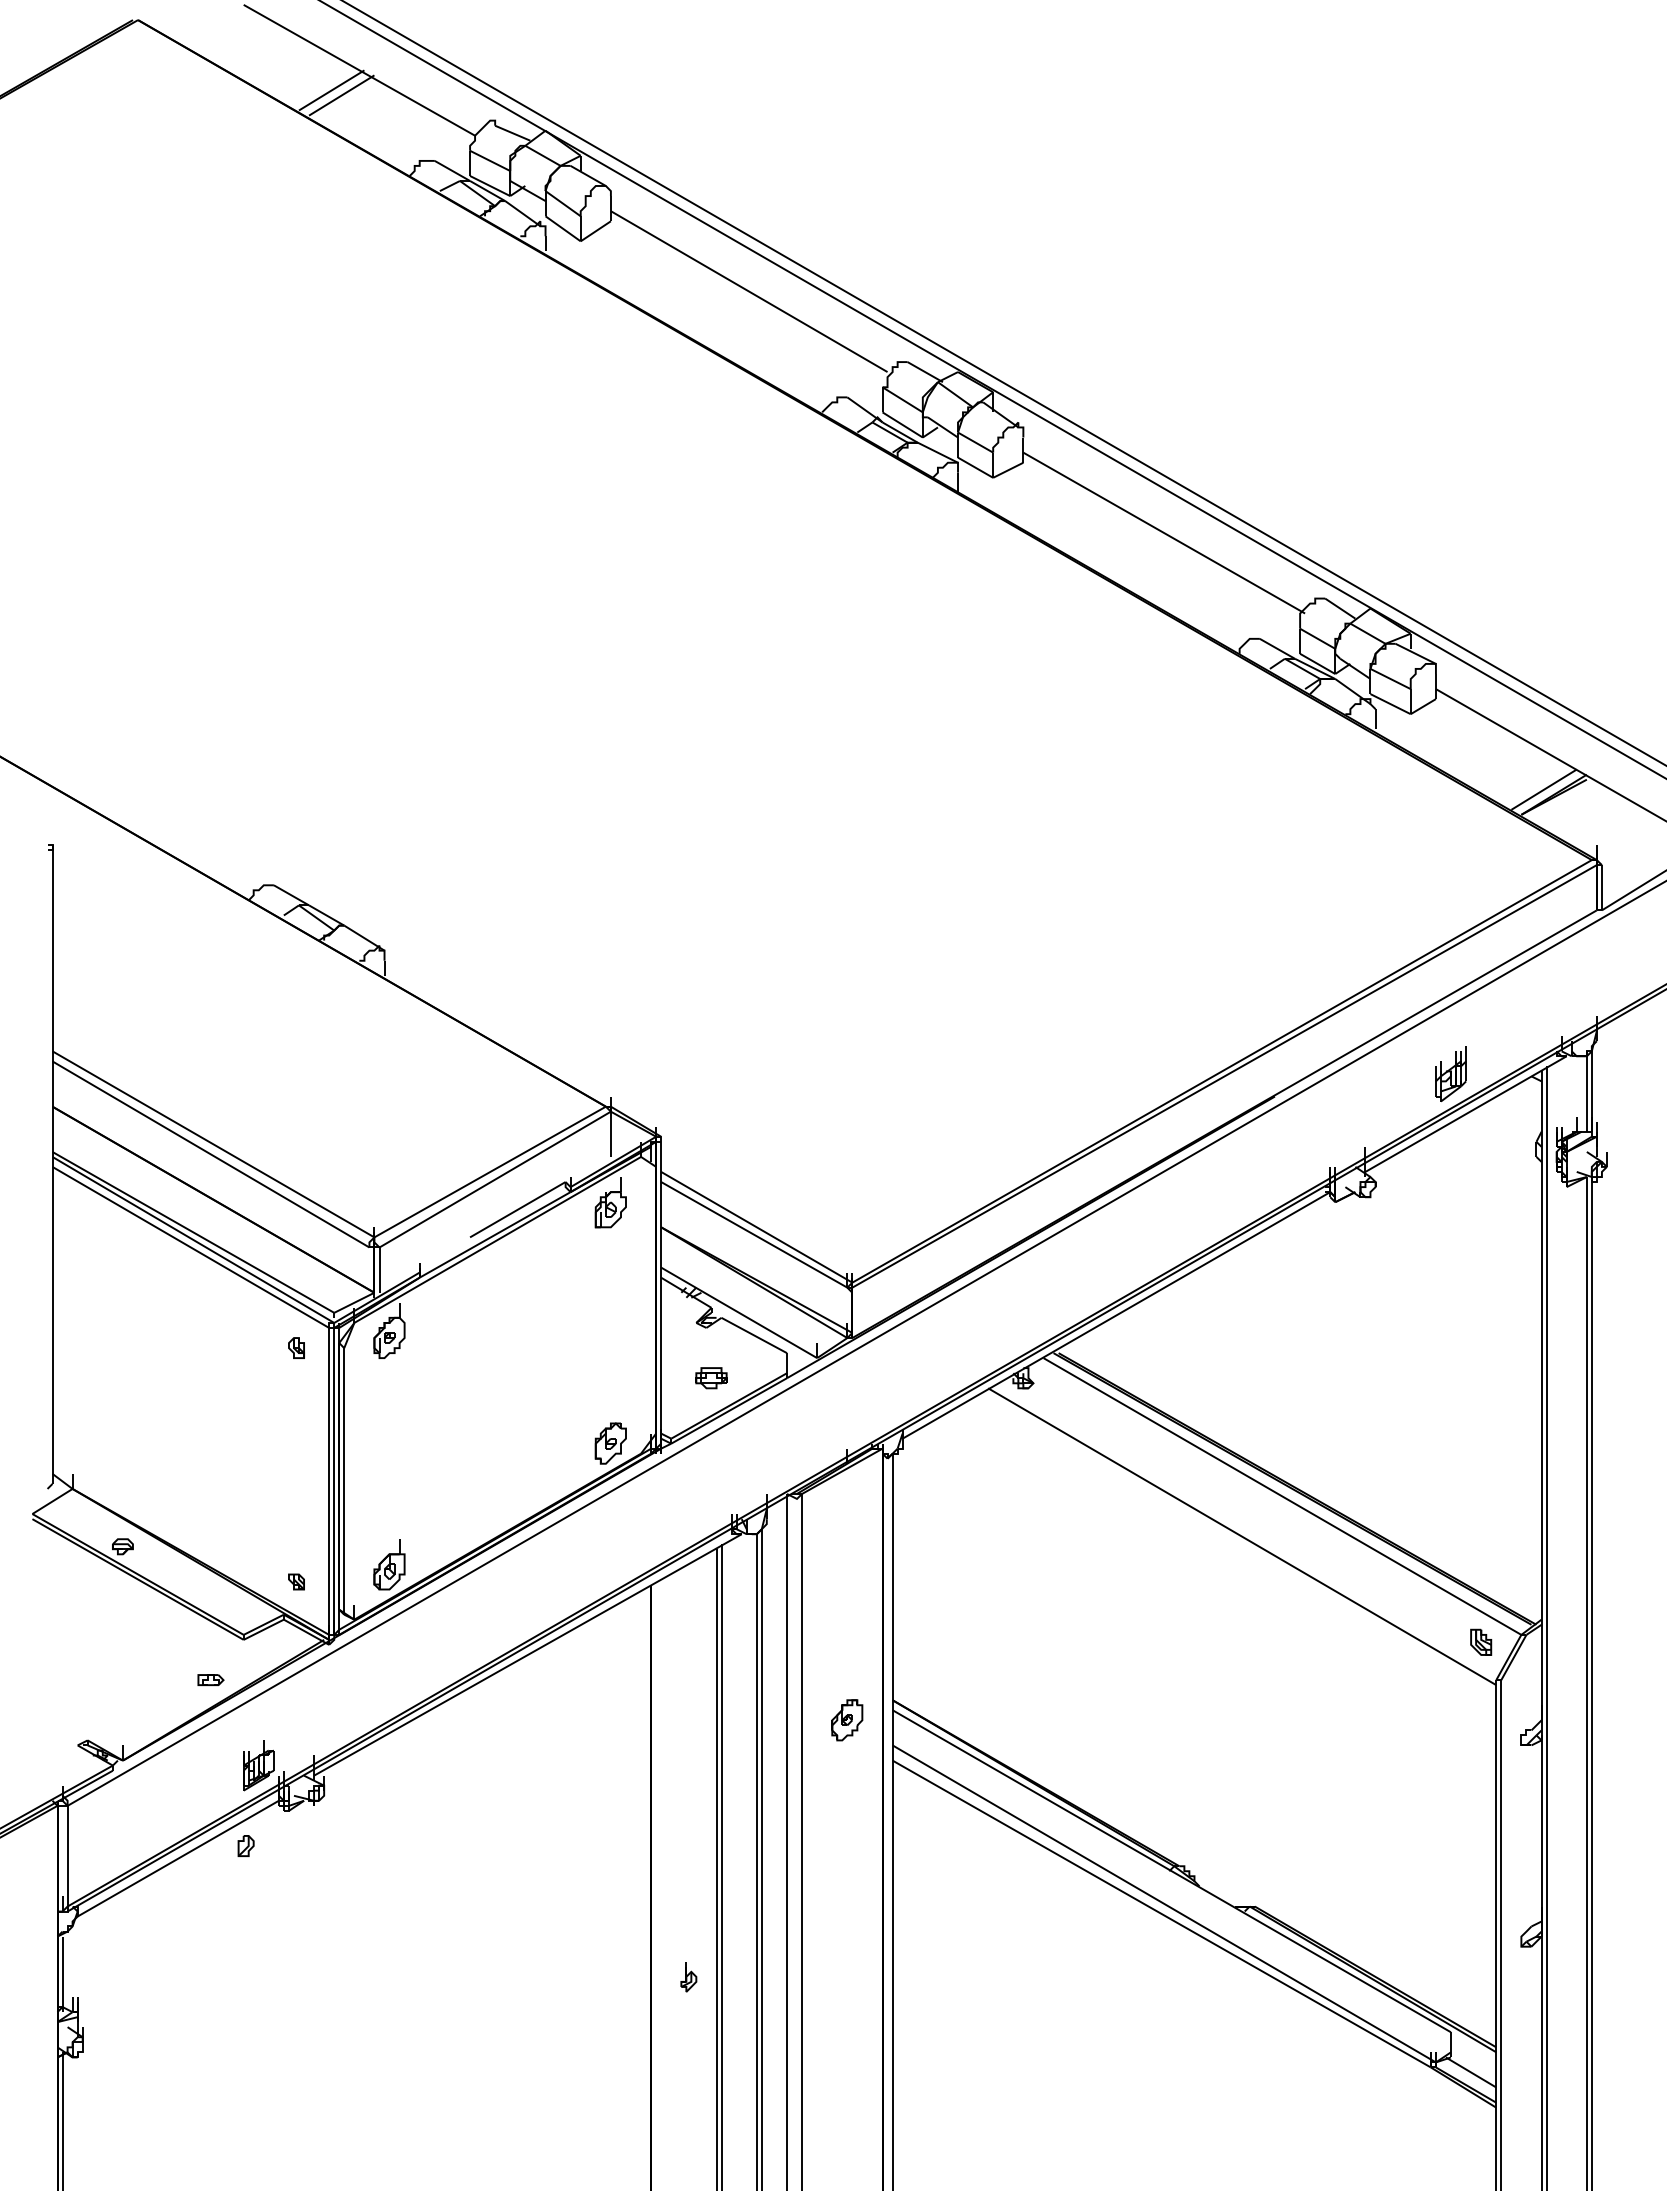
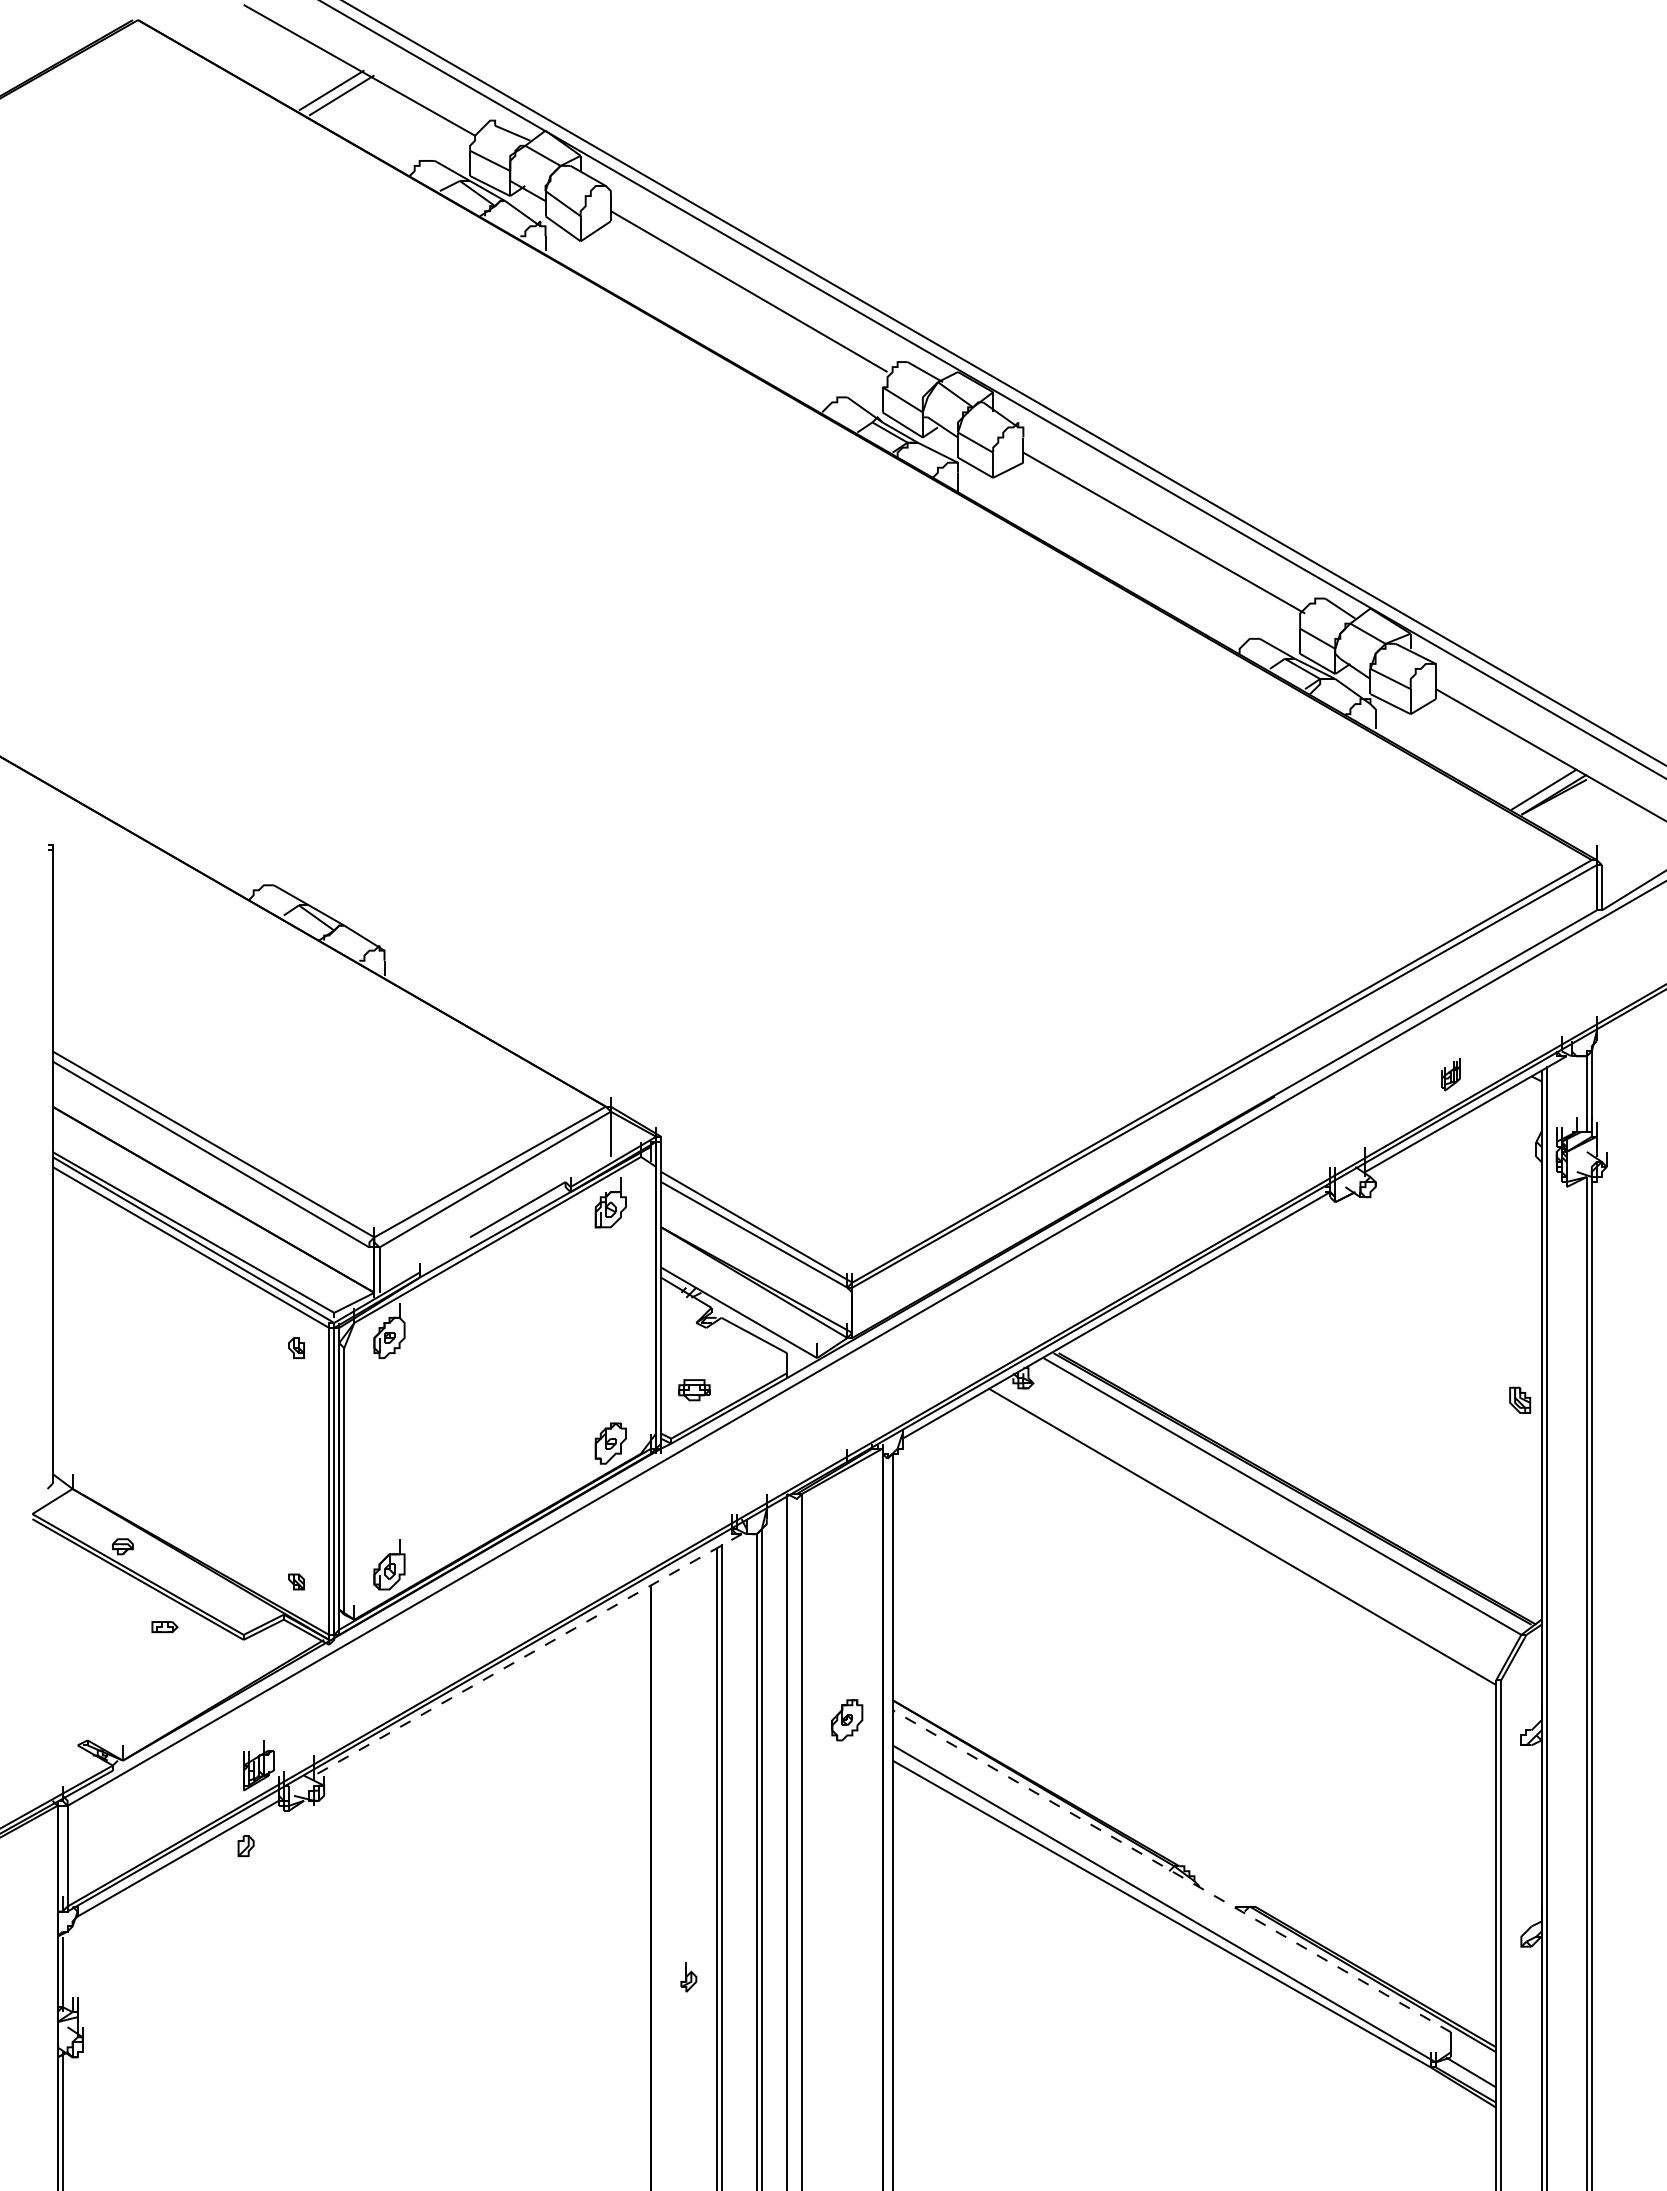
part at (1450, 1074) size: 32x57 px -> 20x34 px
part at (711, 1378) position: (711, 1378) -> (694, 1390)
part at (1481, 1641) position: (1481, 1641) -> (1520, 1399)
line at (527, 1654): solid -> dashed
part at (210, 1679) position: (210, 1679) -> (164, 1626)
line at (1171, 1870): solid -> dashed
